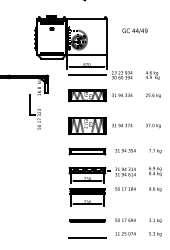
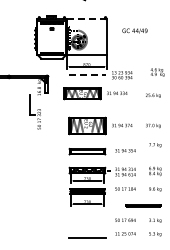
line at (86, 18): solid -> dashed
line at (87, 75): solid -> dashed
text at (152, 75) position: (152, 75) -> (157, 72)
part at (100, 95) position: (100, 95) -> (95, 93)
text at (155, 151) position: (155, 151) -> (155, 145)
line at (87, 220) position: (87, 220) -> (143, 205)
